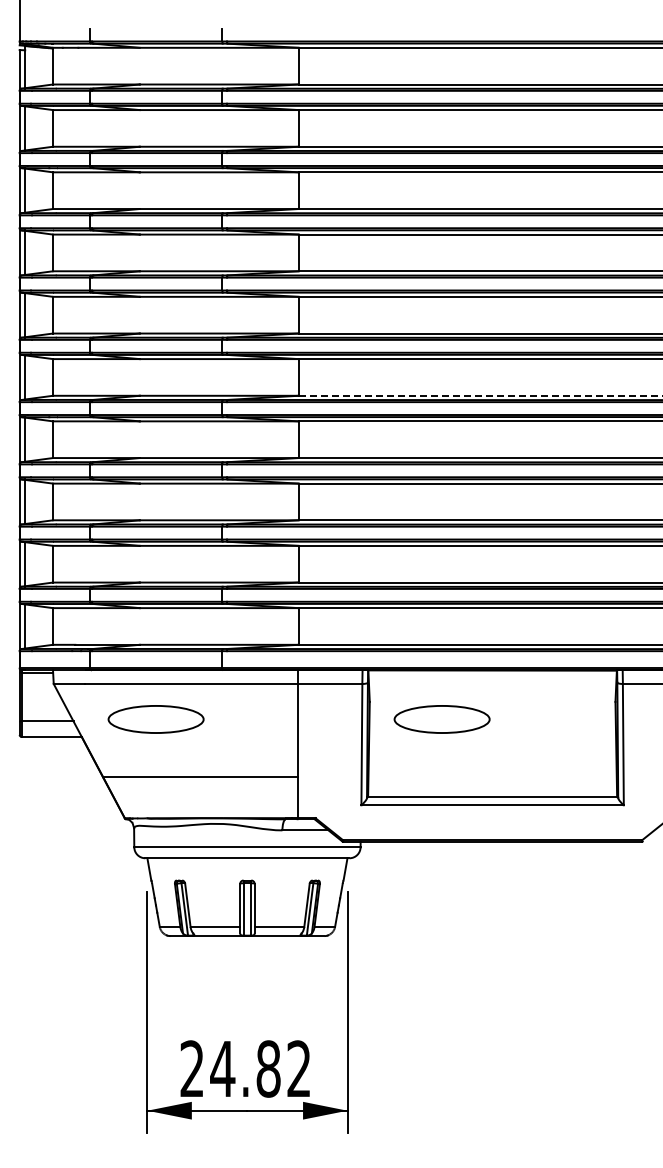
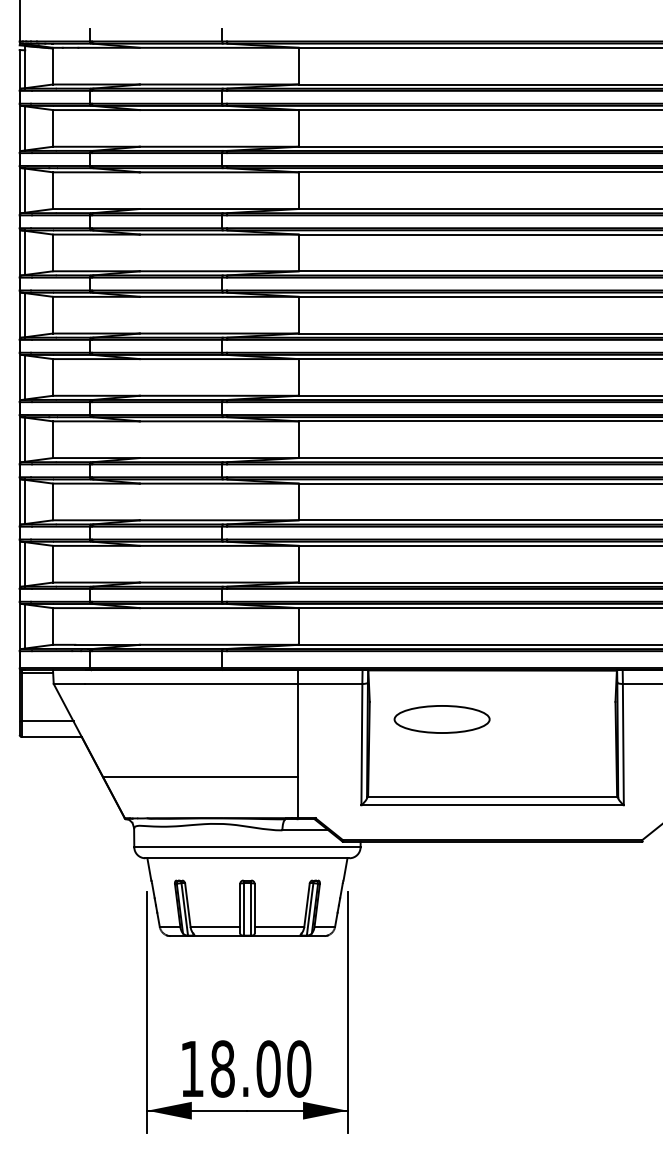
line at (480, 395): dashed -> solid
part at (155, 719): present -> none
text at (245, 1068): 24.82 -> 18.00
